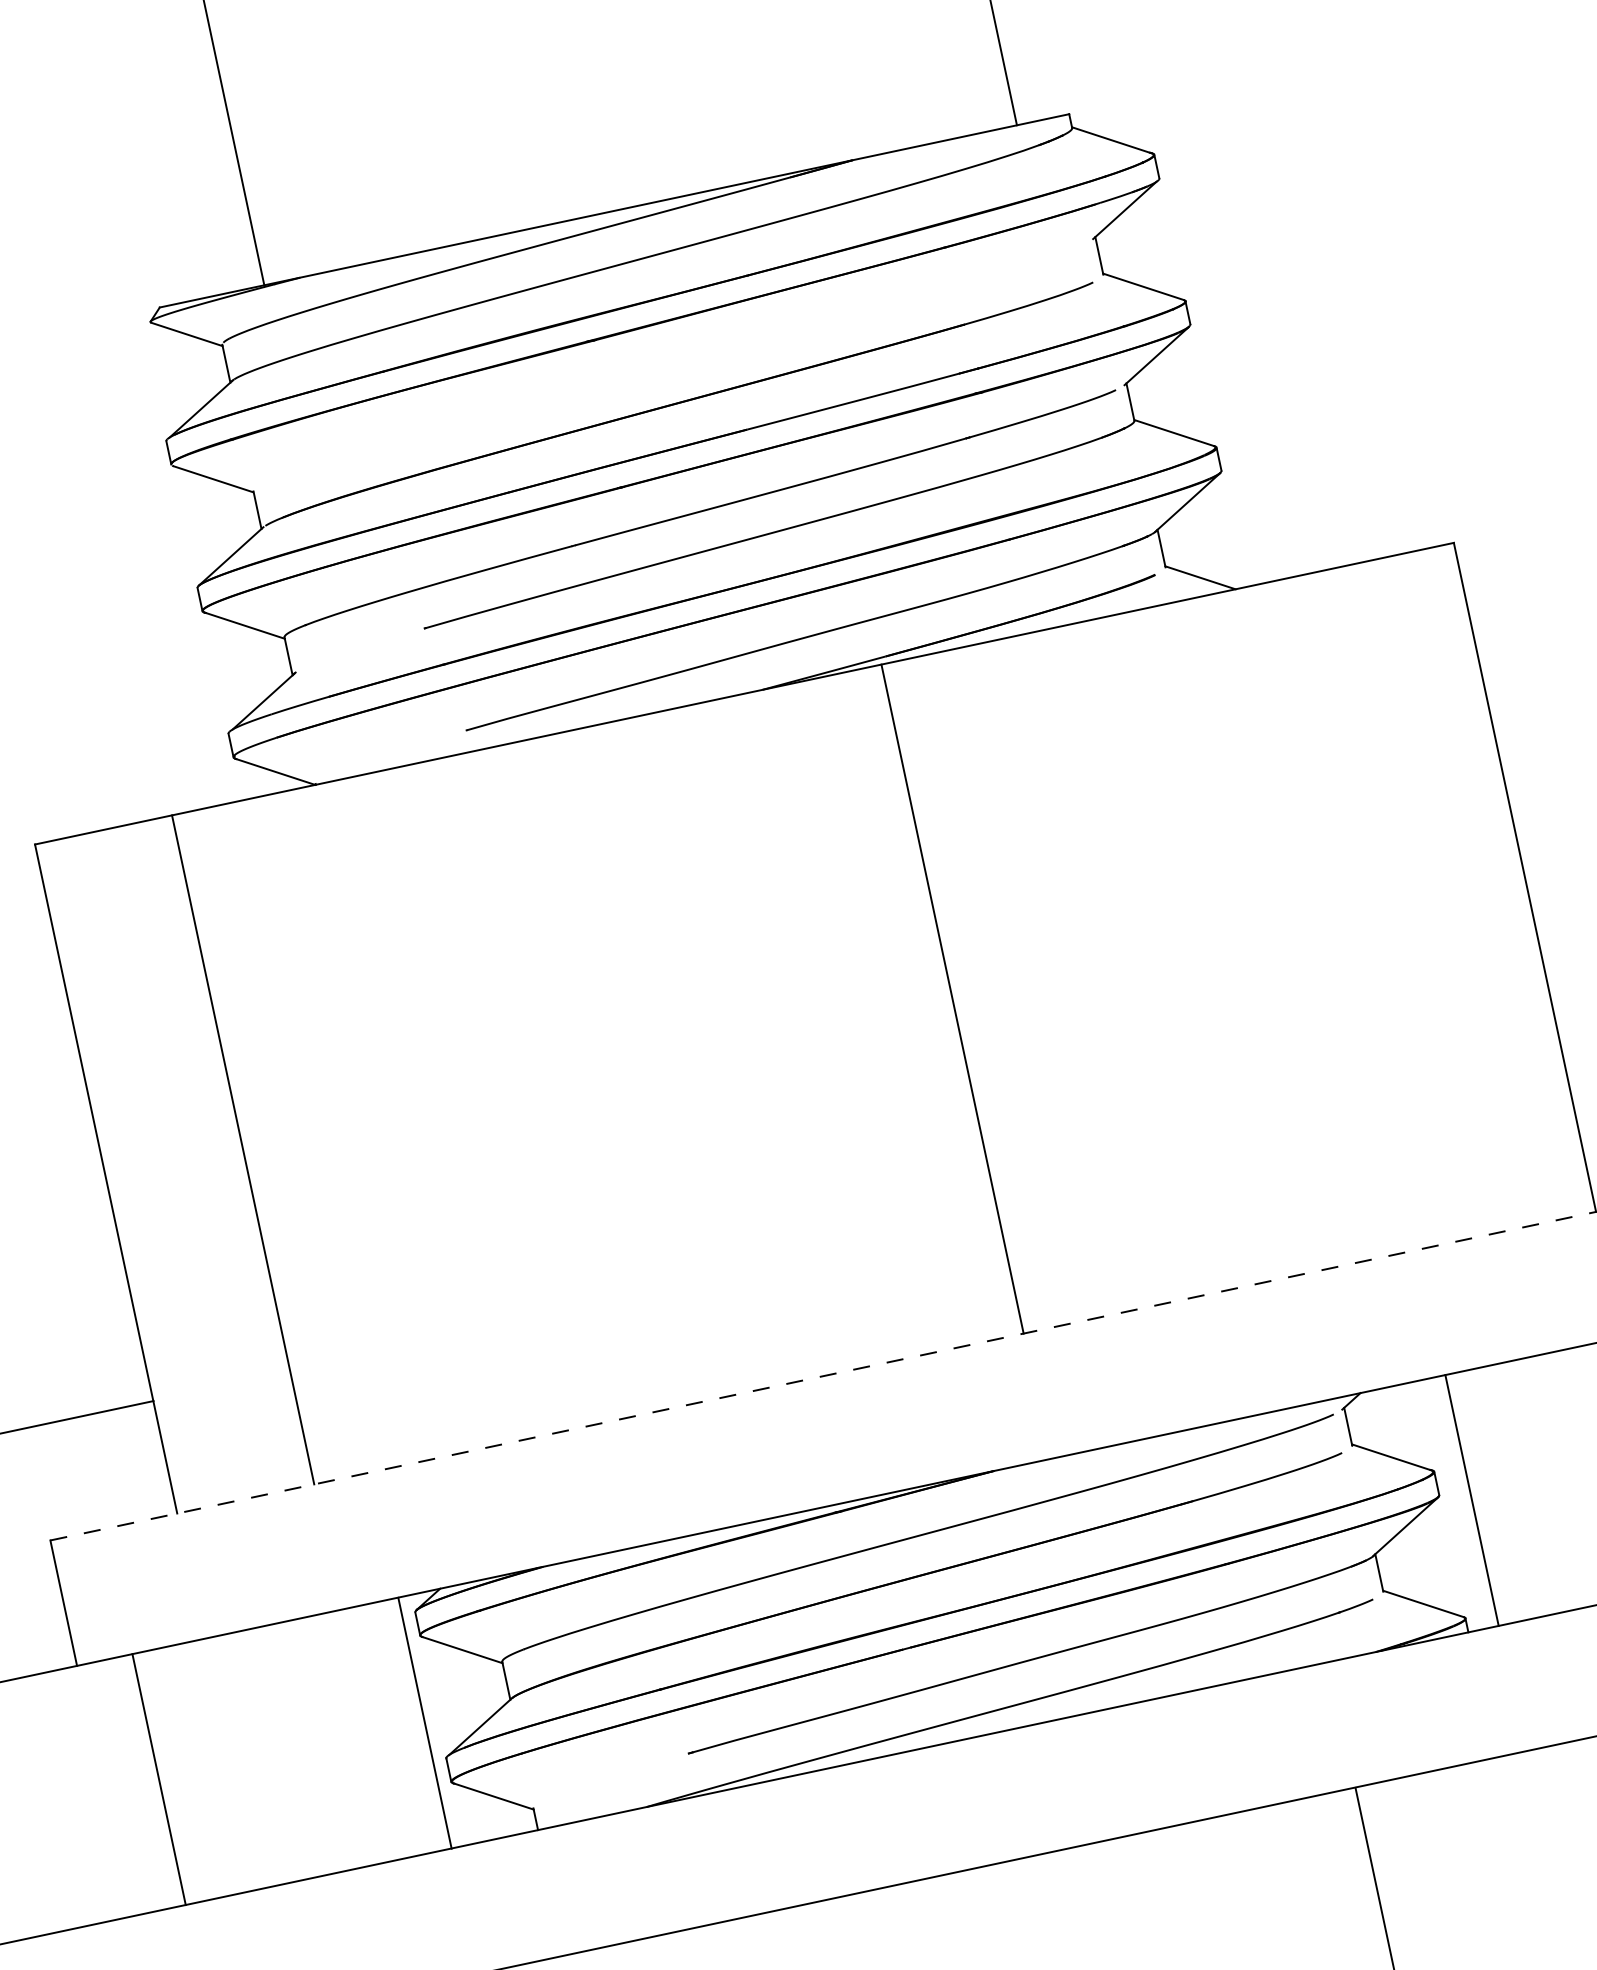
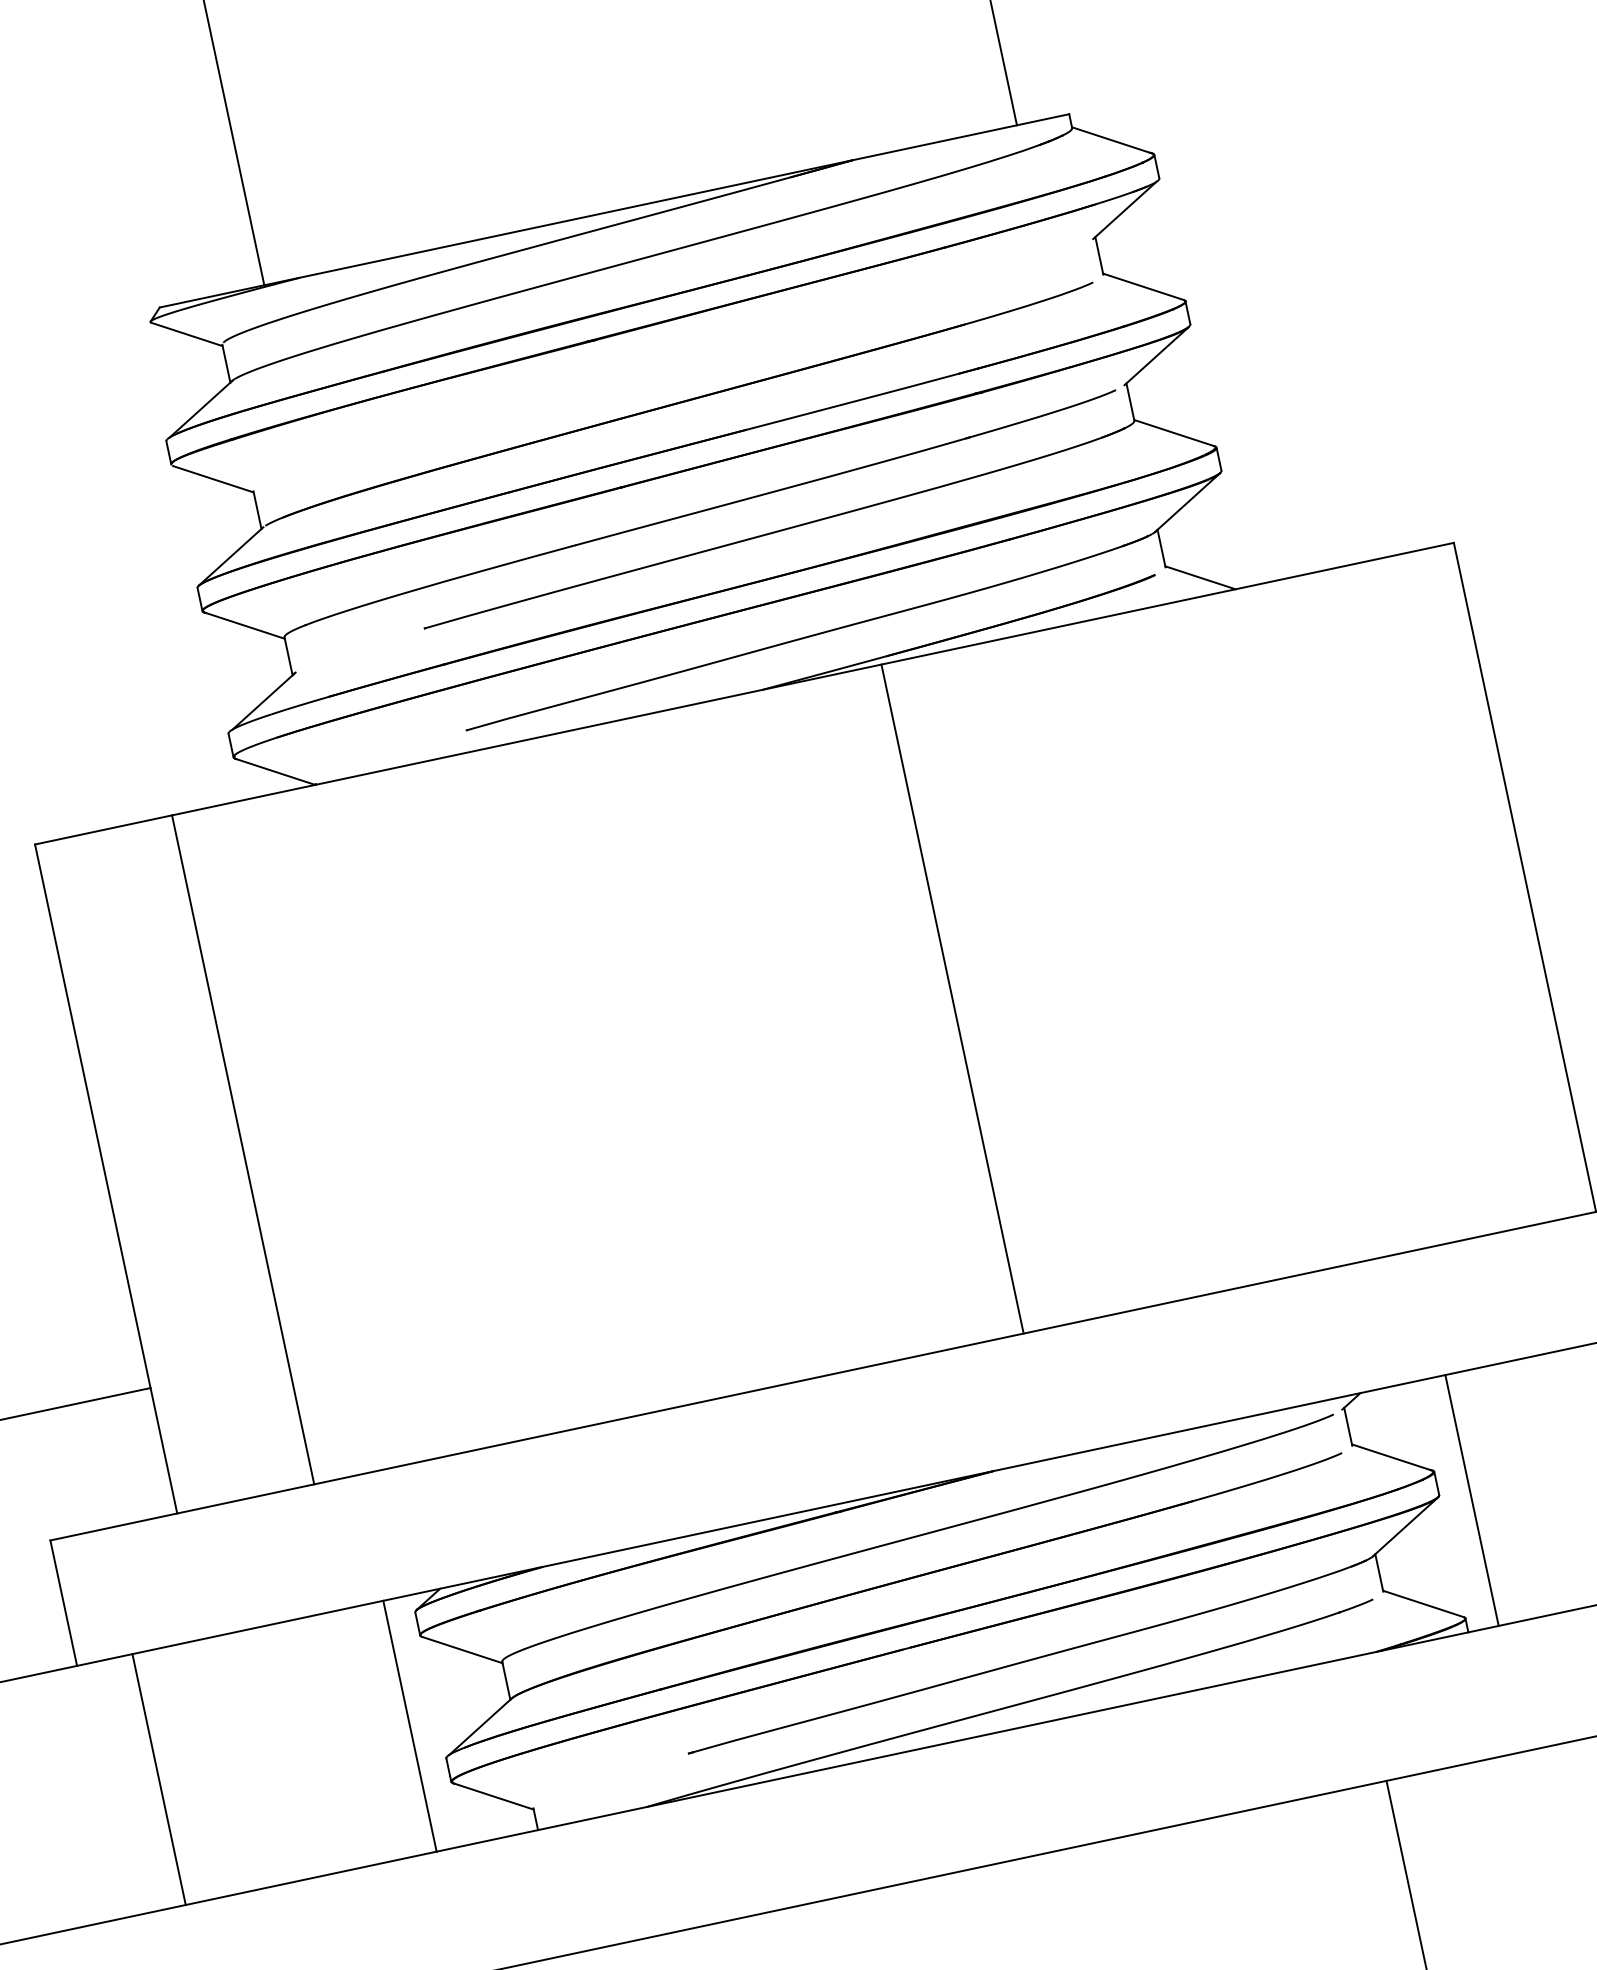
line at (824, 1376): dashed -> solid
line at (77, 1417) position: (77, 1417) -> (76, 1403)
line at (424, 1722) position: (424, 1722) -> (409, 1725)
line at (1374, 1876) position: (1374, 1876) -> (1406, 1873)
